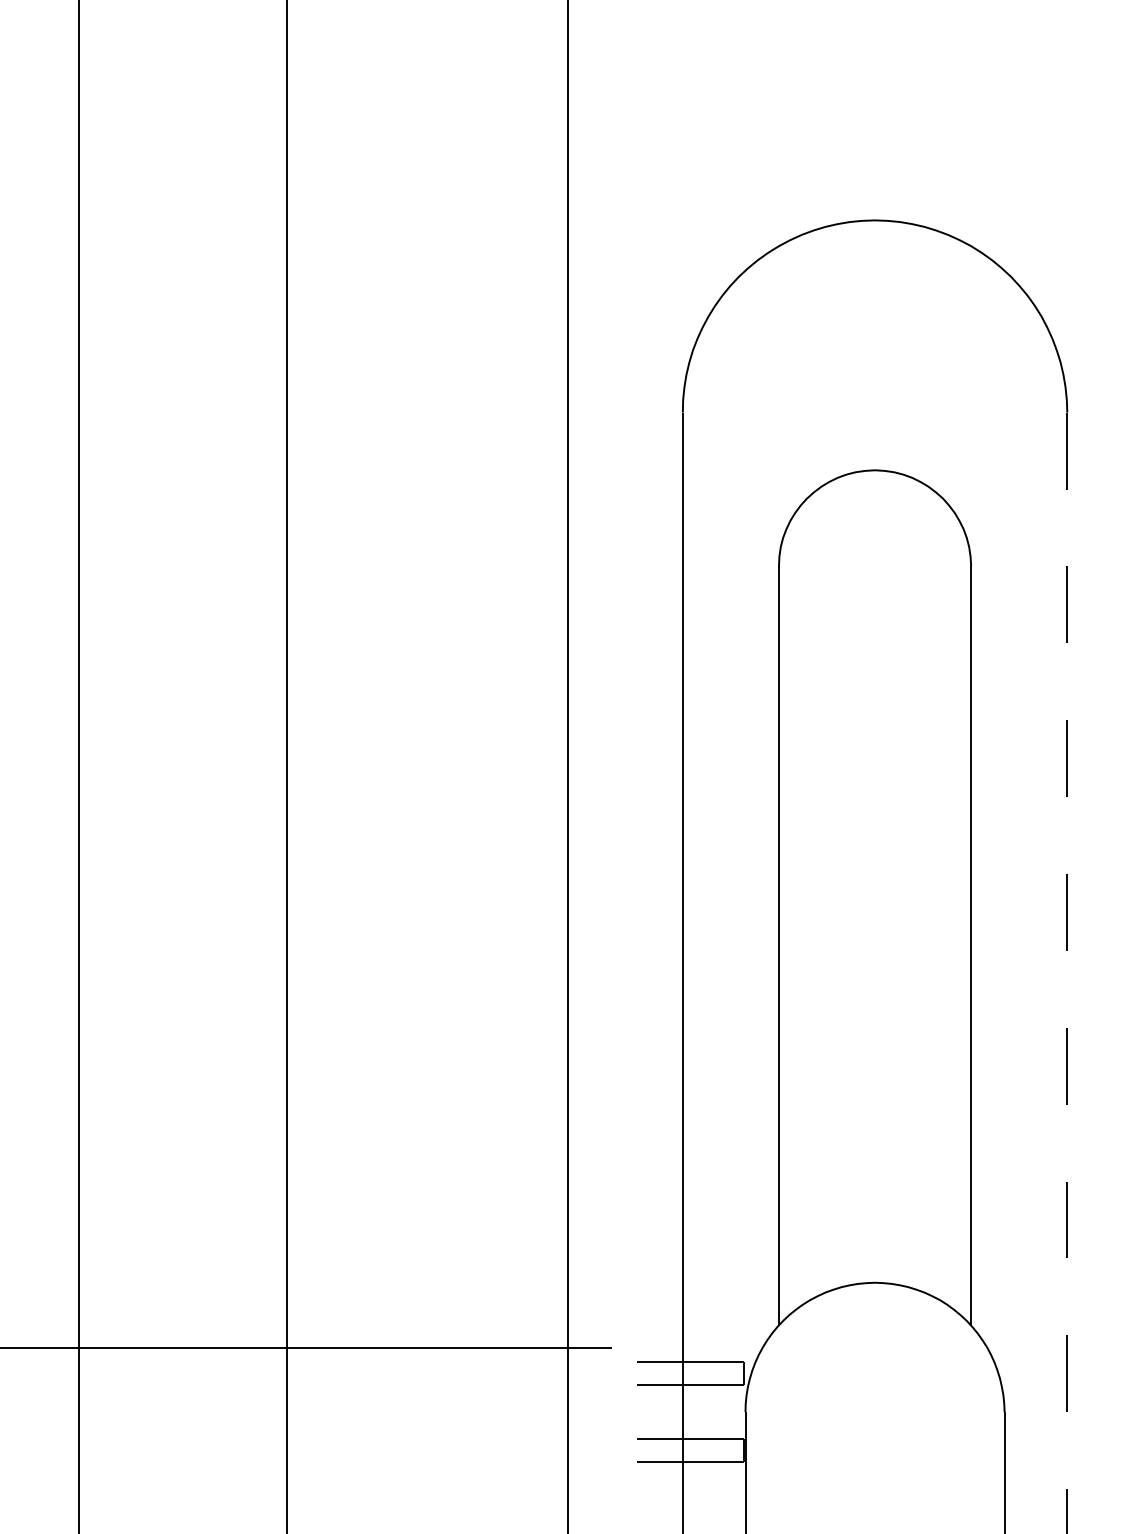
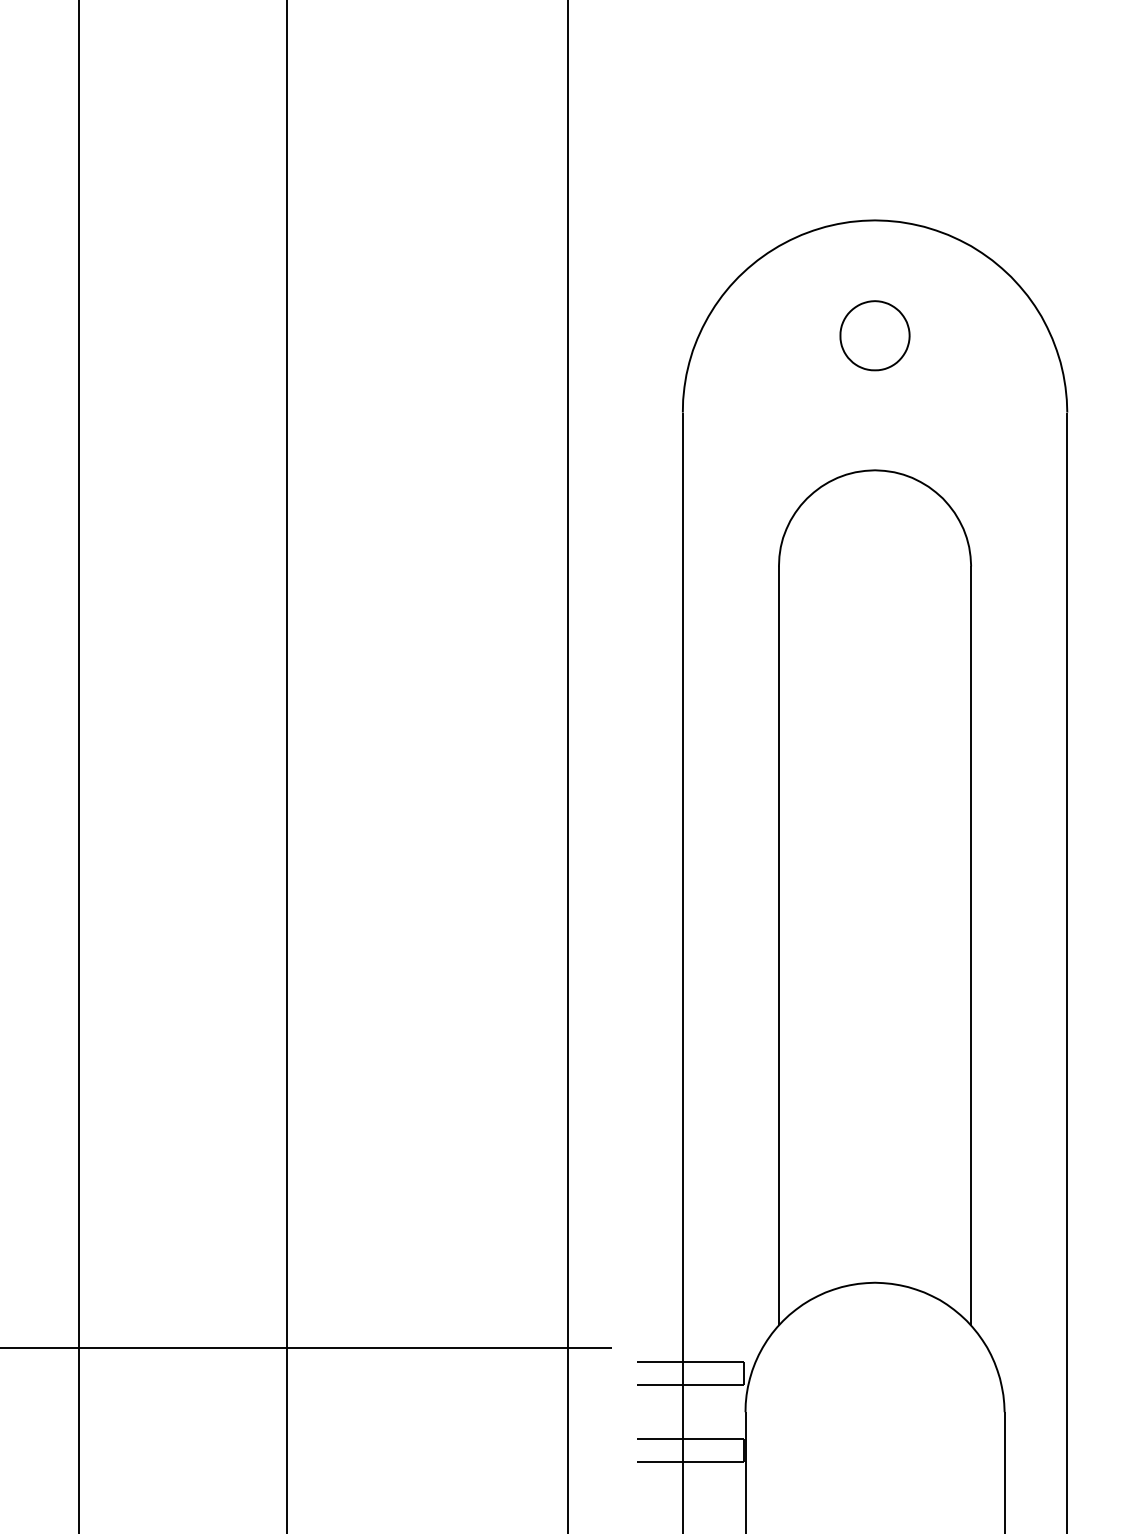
part at (874, 335): none -> present
line at (1067, 973): dashed -> solid
